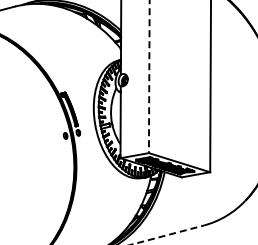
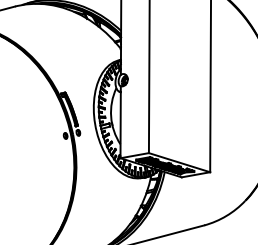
line at (149, 77): dashed -> solid
line at (167, 235): dashed -> solid
